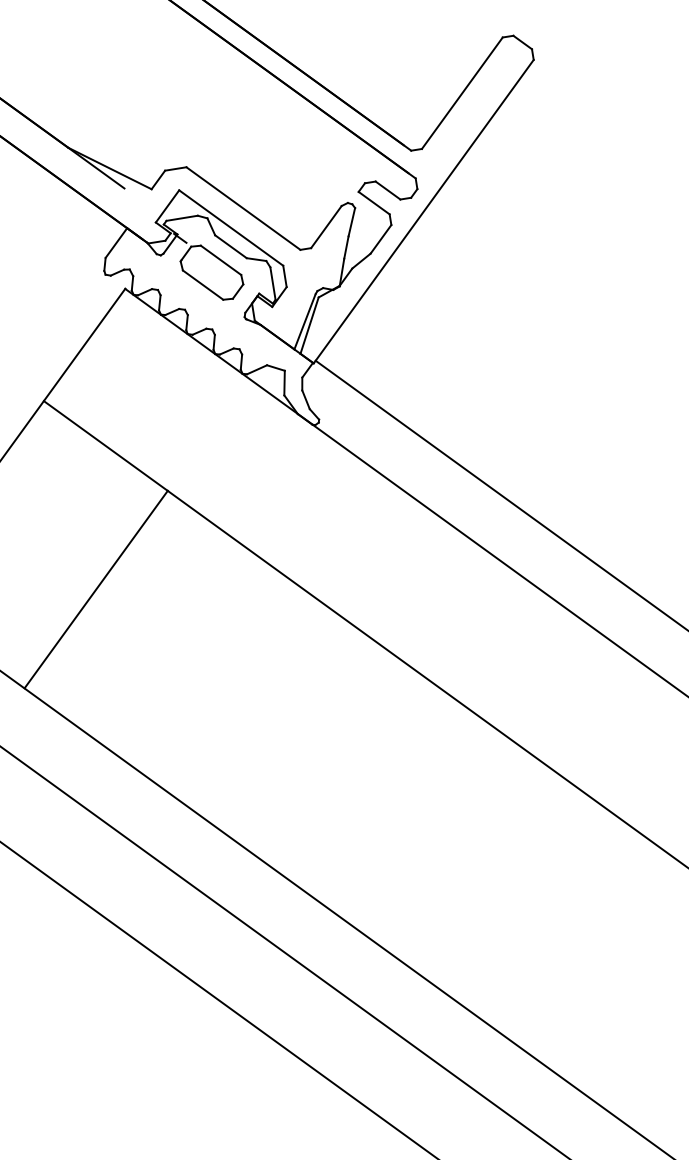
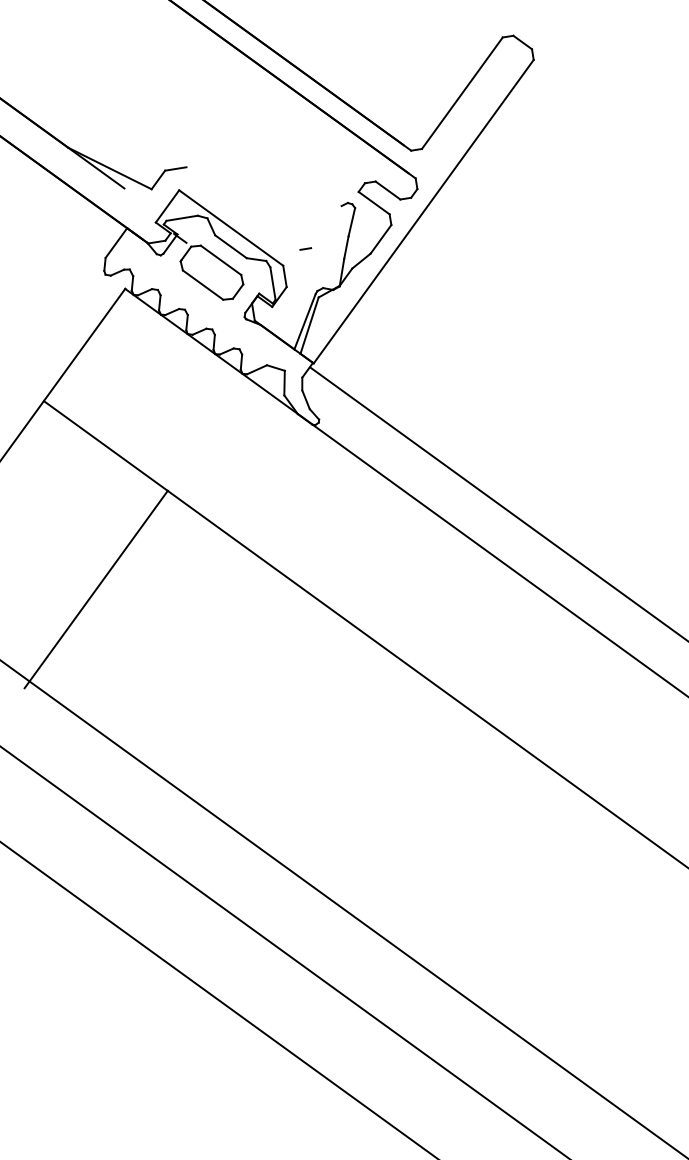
line at (243, 208): present -> none
line at (326, 227): present -> none
line at (500, 494) position: (500, 494) -> (497, 503)
line at (336, 914) position: (336, 914) -> (343, 908)
